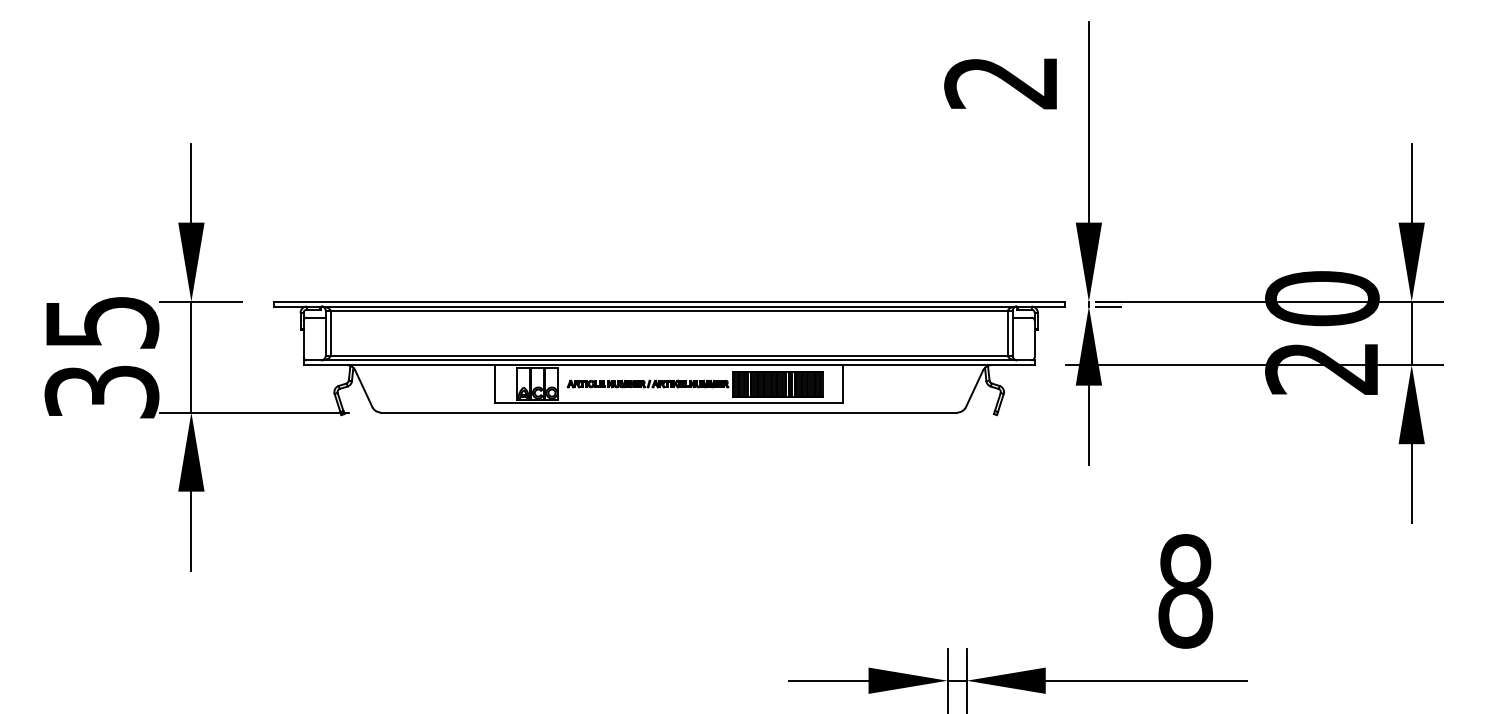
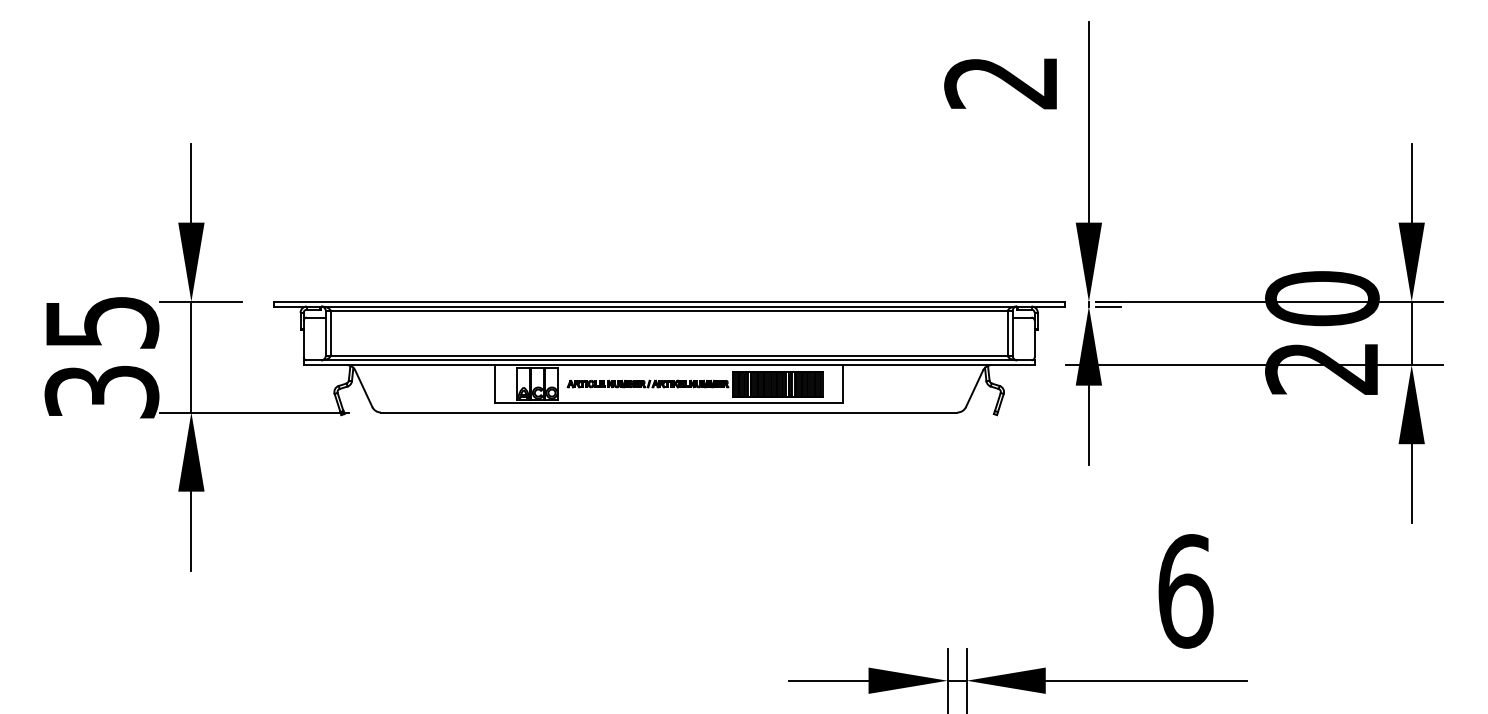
text at (1185, 591): 8 -> 6
